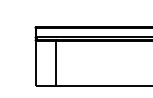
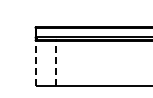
line at (35, 62): solid -> dashed
line at (56, 62): solid -> dashed
